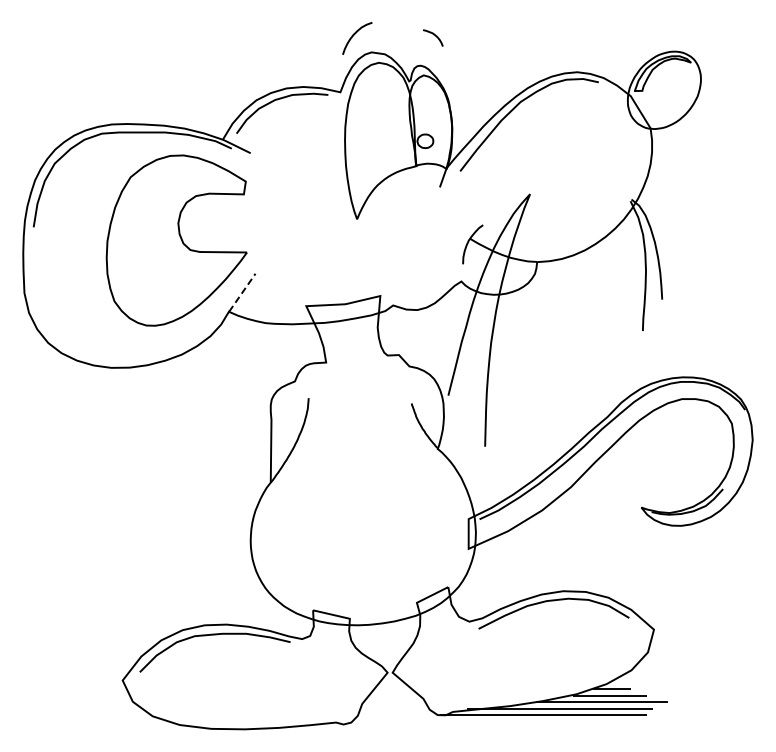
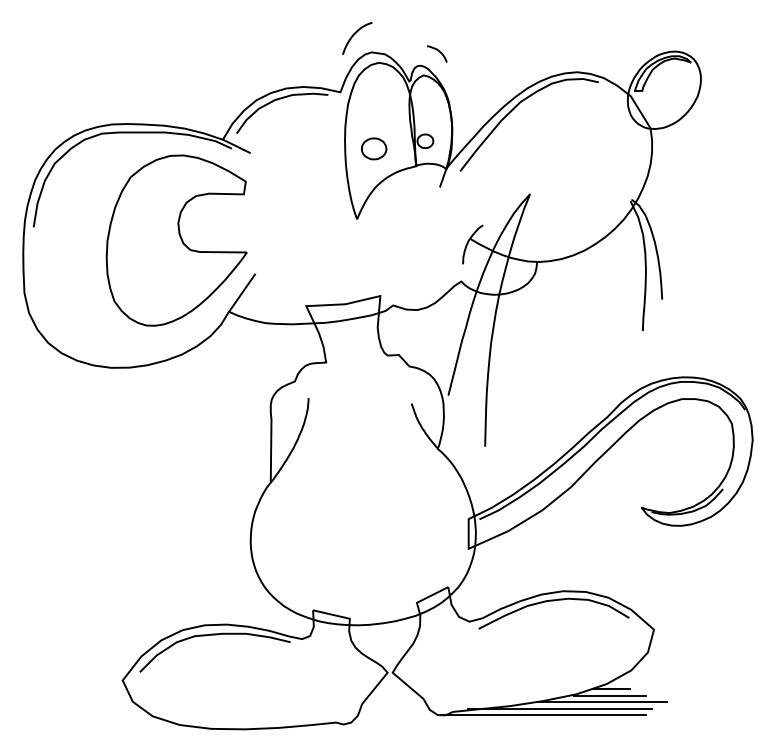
curve at (433, 35) position: (433, 35) -> (437, 51)
part at (373, 148): none -> present
line at (242, 292): dashed -> solid
